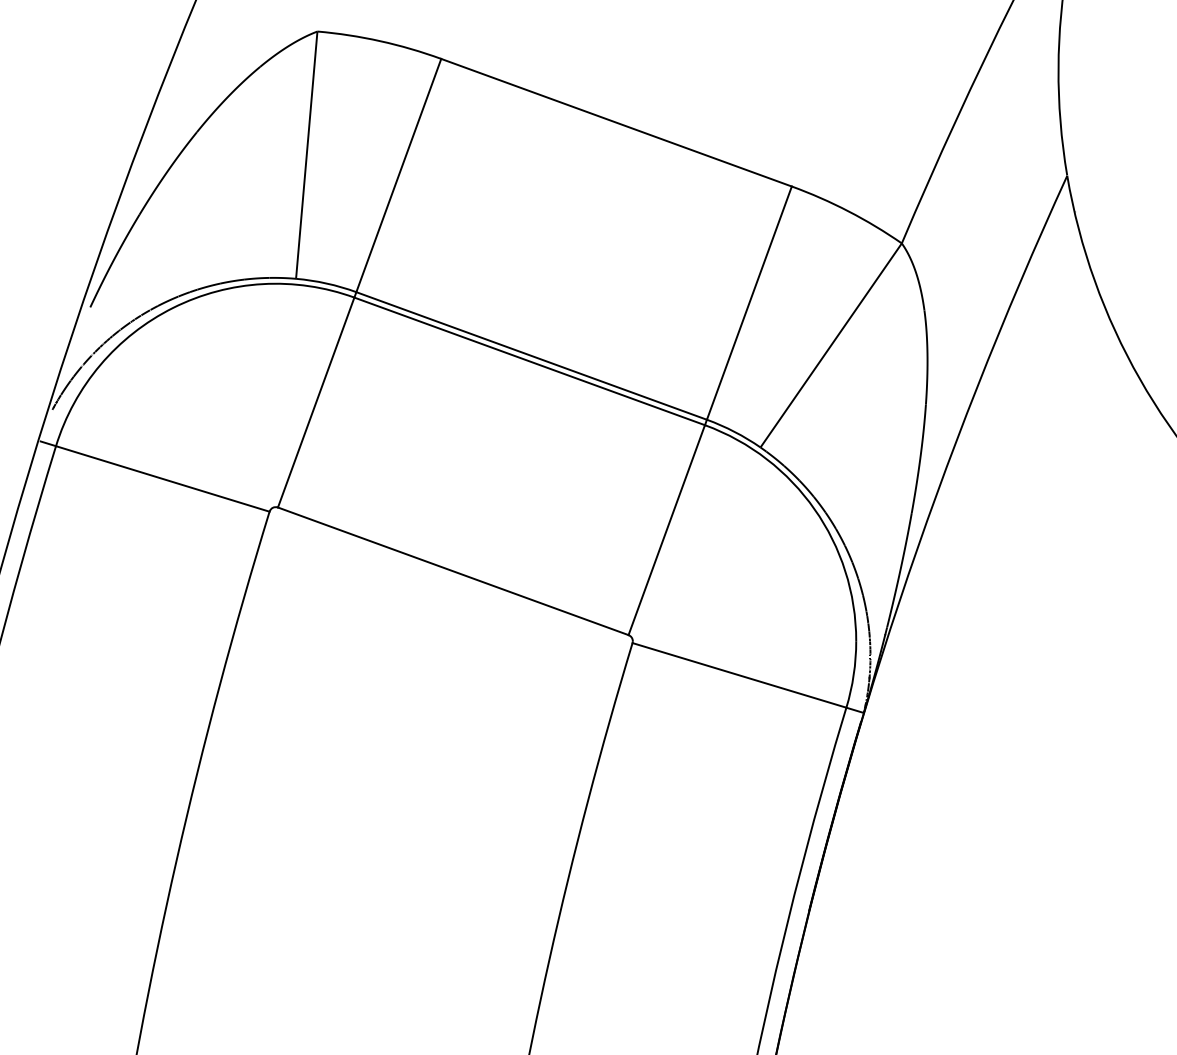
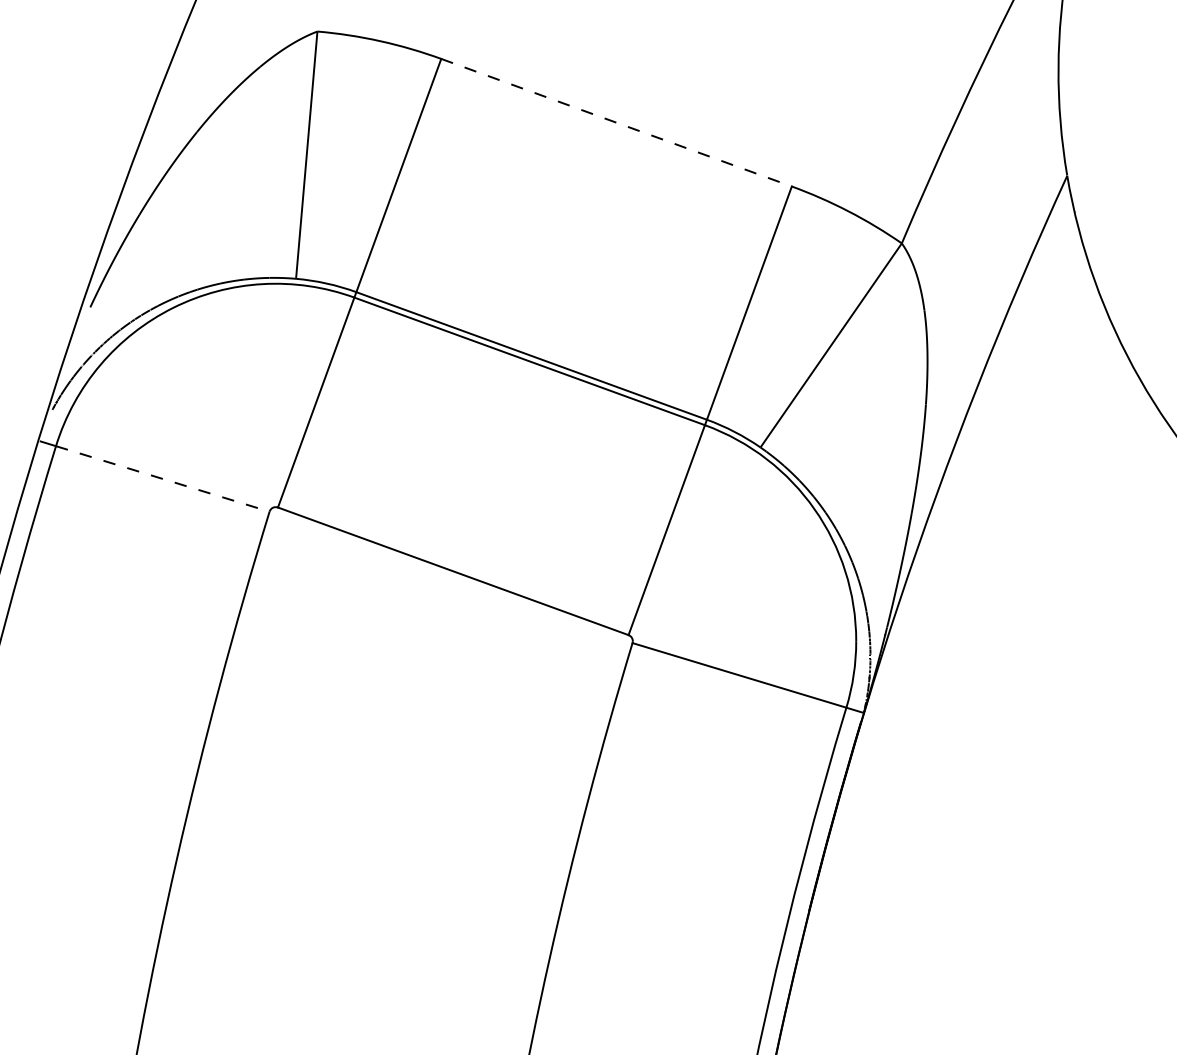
line at (616, 122): solid -> dashed
line at (162, 478): solid -> dashed
